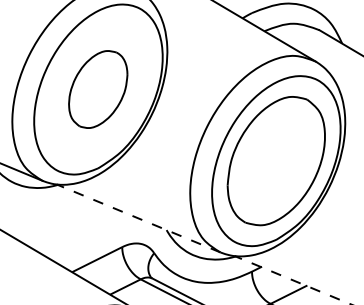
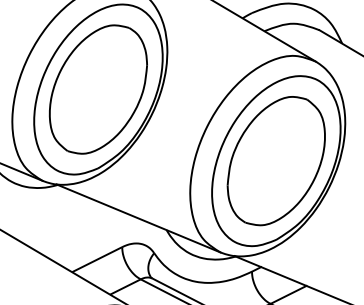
part at (98, 89) size: 61x79 px -> 100x131 px
line at (138, 218): dashed -> solid
line at (293, 280): dashed -> solid
